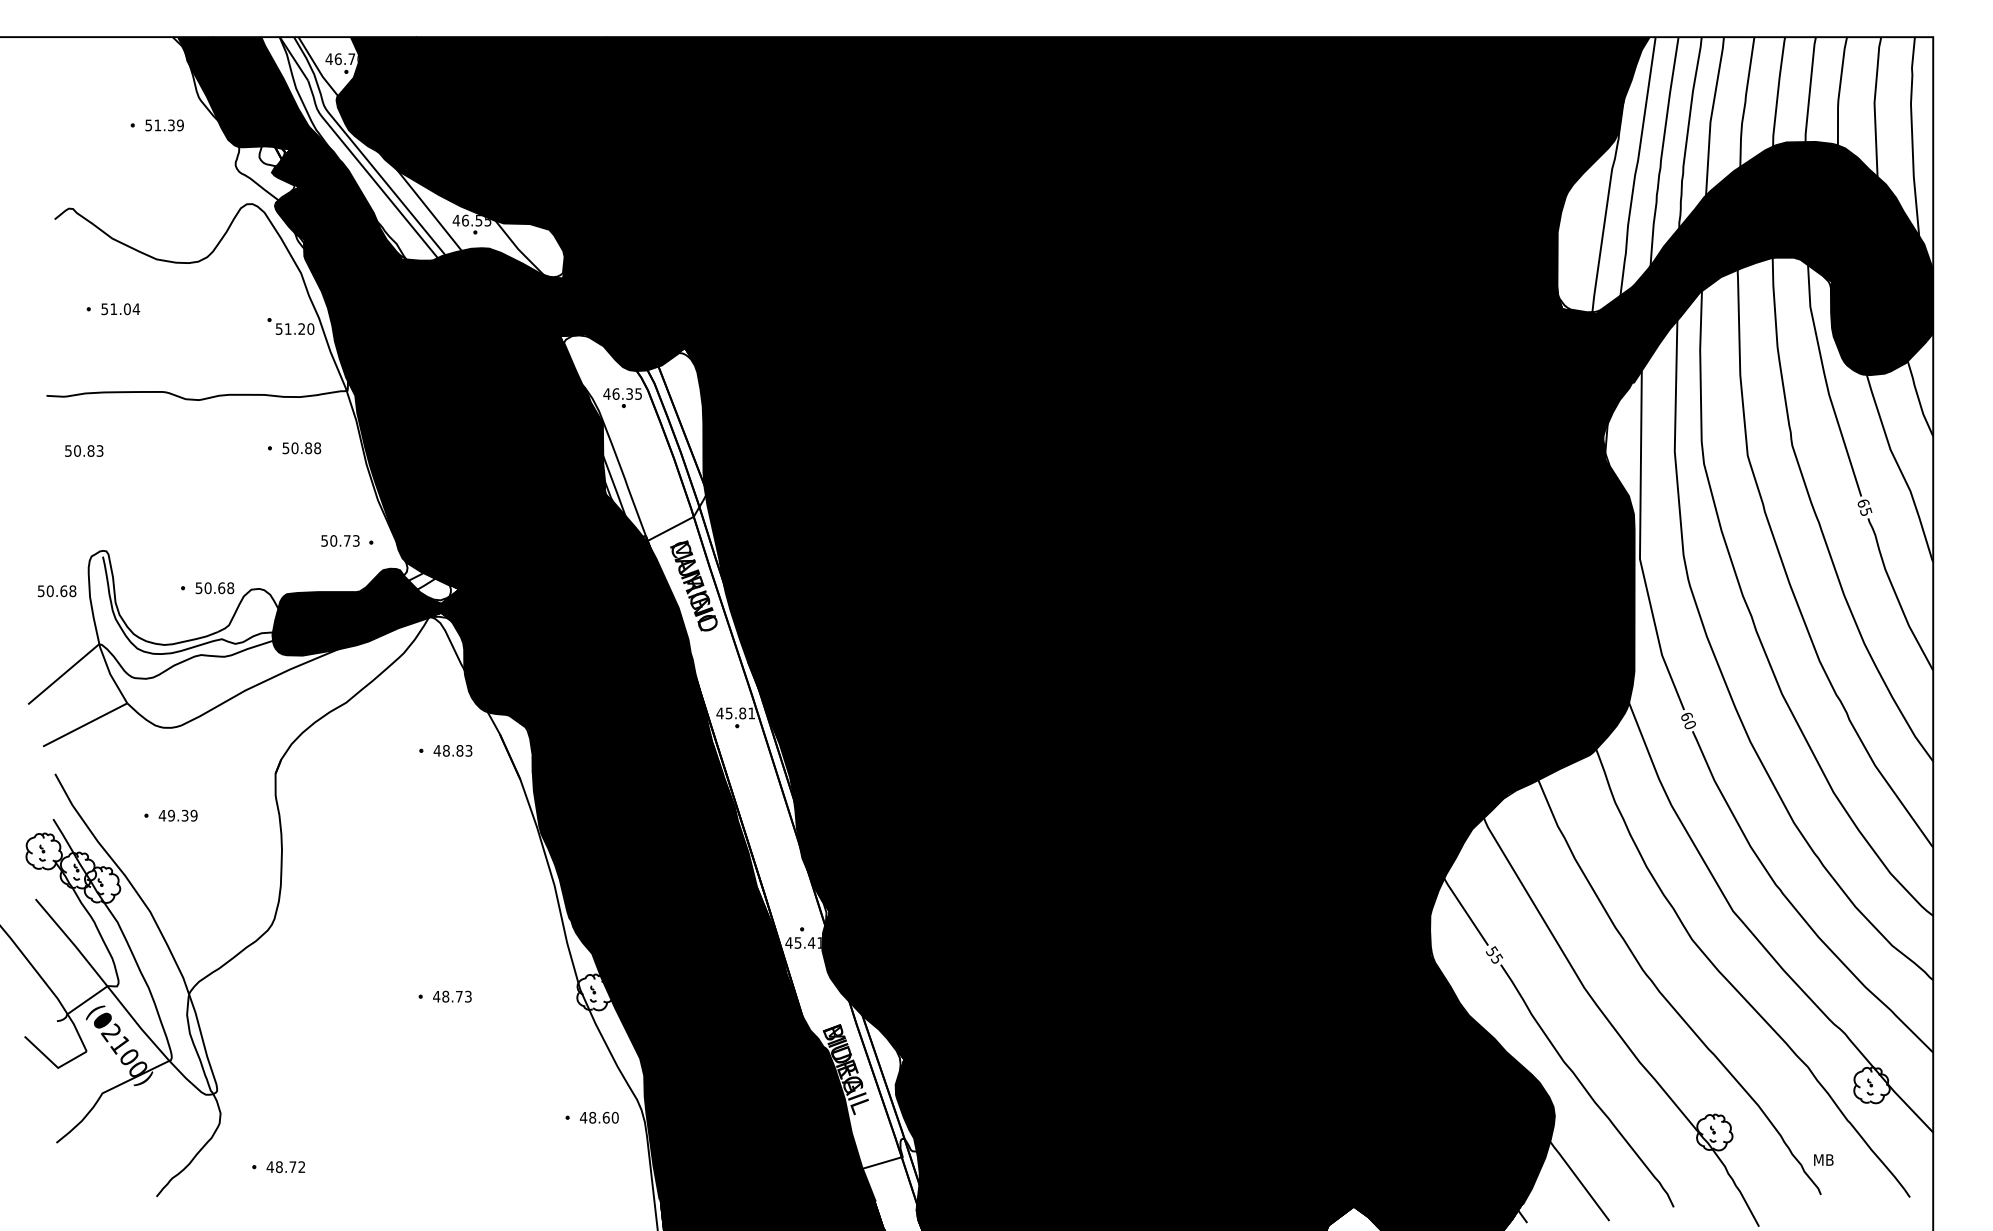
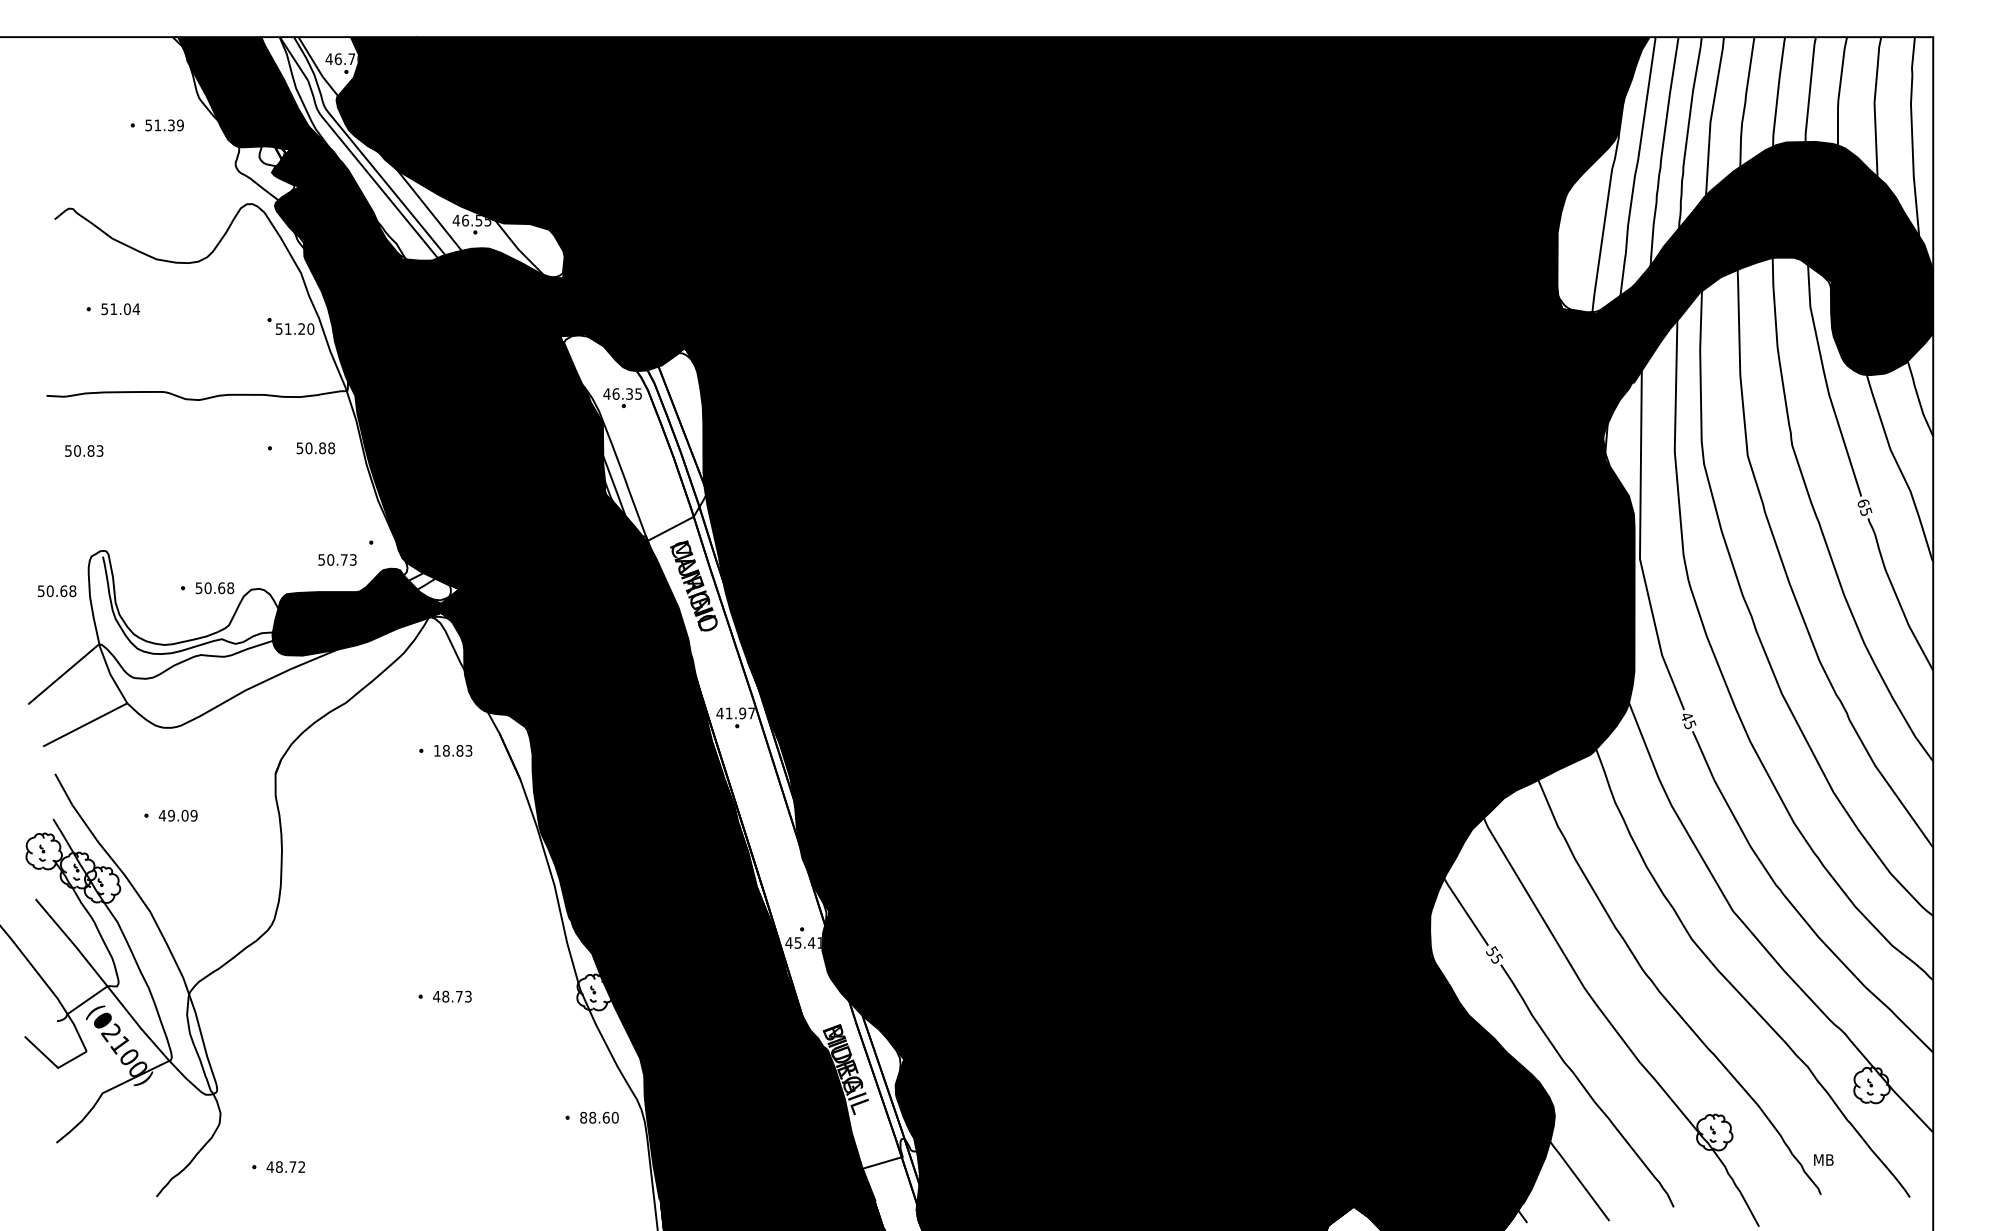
text at (301, 448) position: (301, 448) -> (315, 448)
text at (340, 540) position: (340, 540) -> (337, 559)
text at (739, 713): 45.81 -> 41.97
text at (1688, 720): 60 -> 45
text at (437, 750): 48.83 -> 18.83
text at (184, 815): 49.39 -> 49.09
text at (583, 1117): 48.60 -> 88.60
